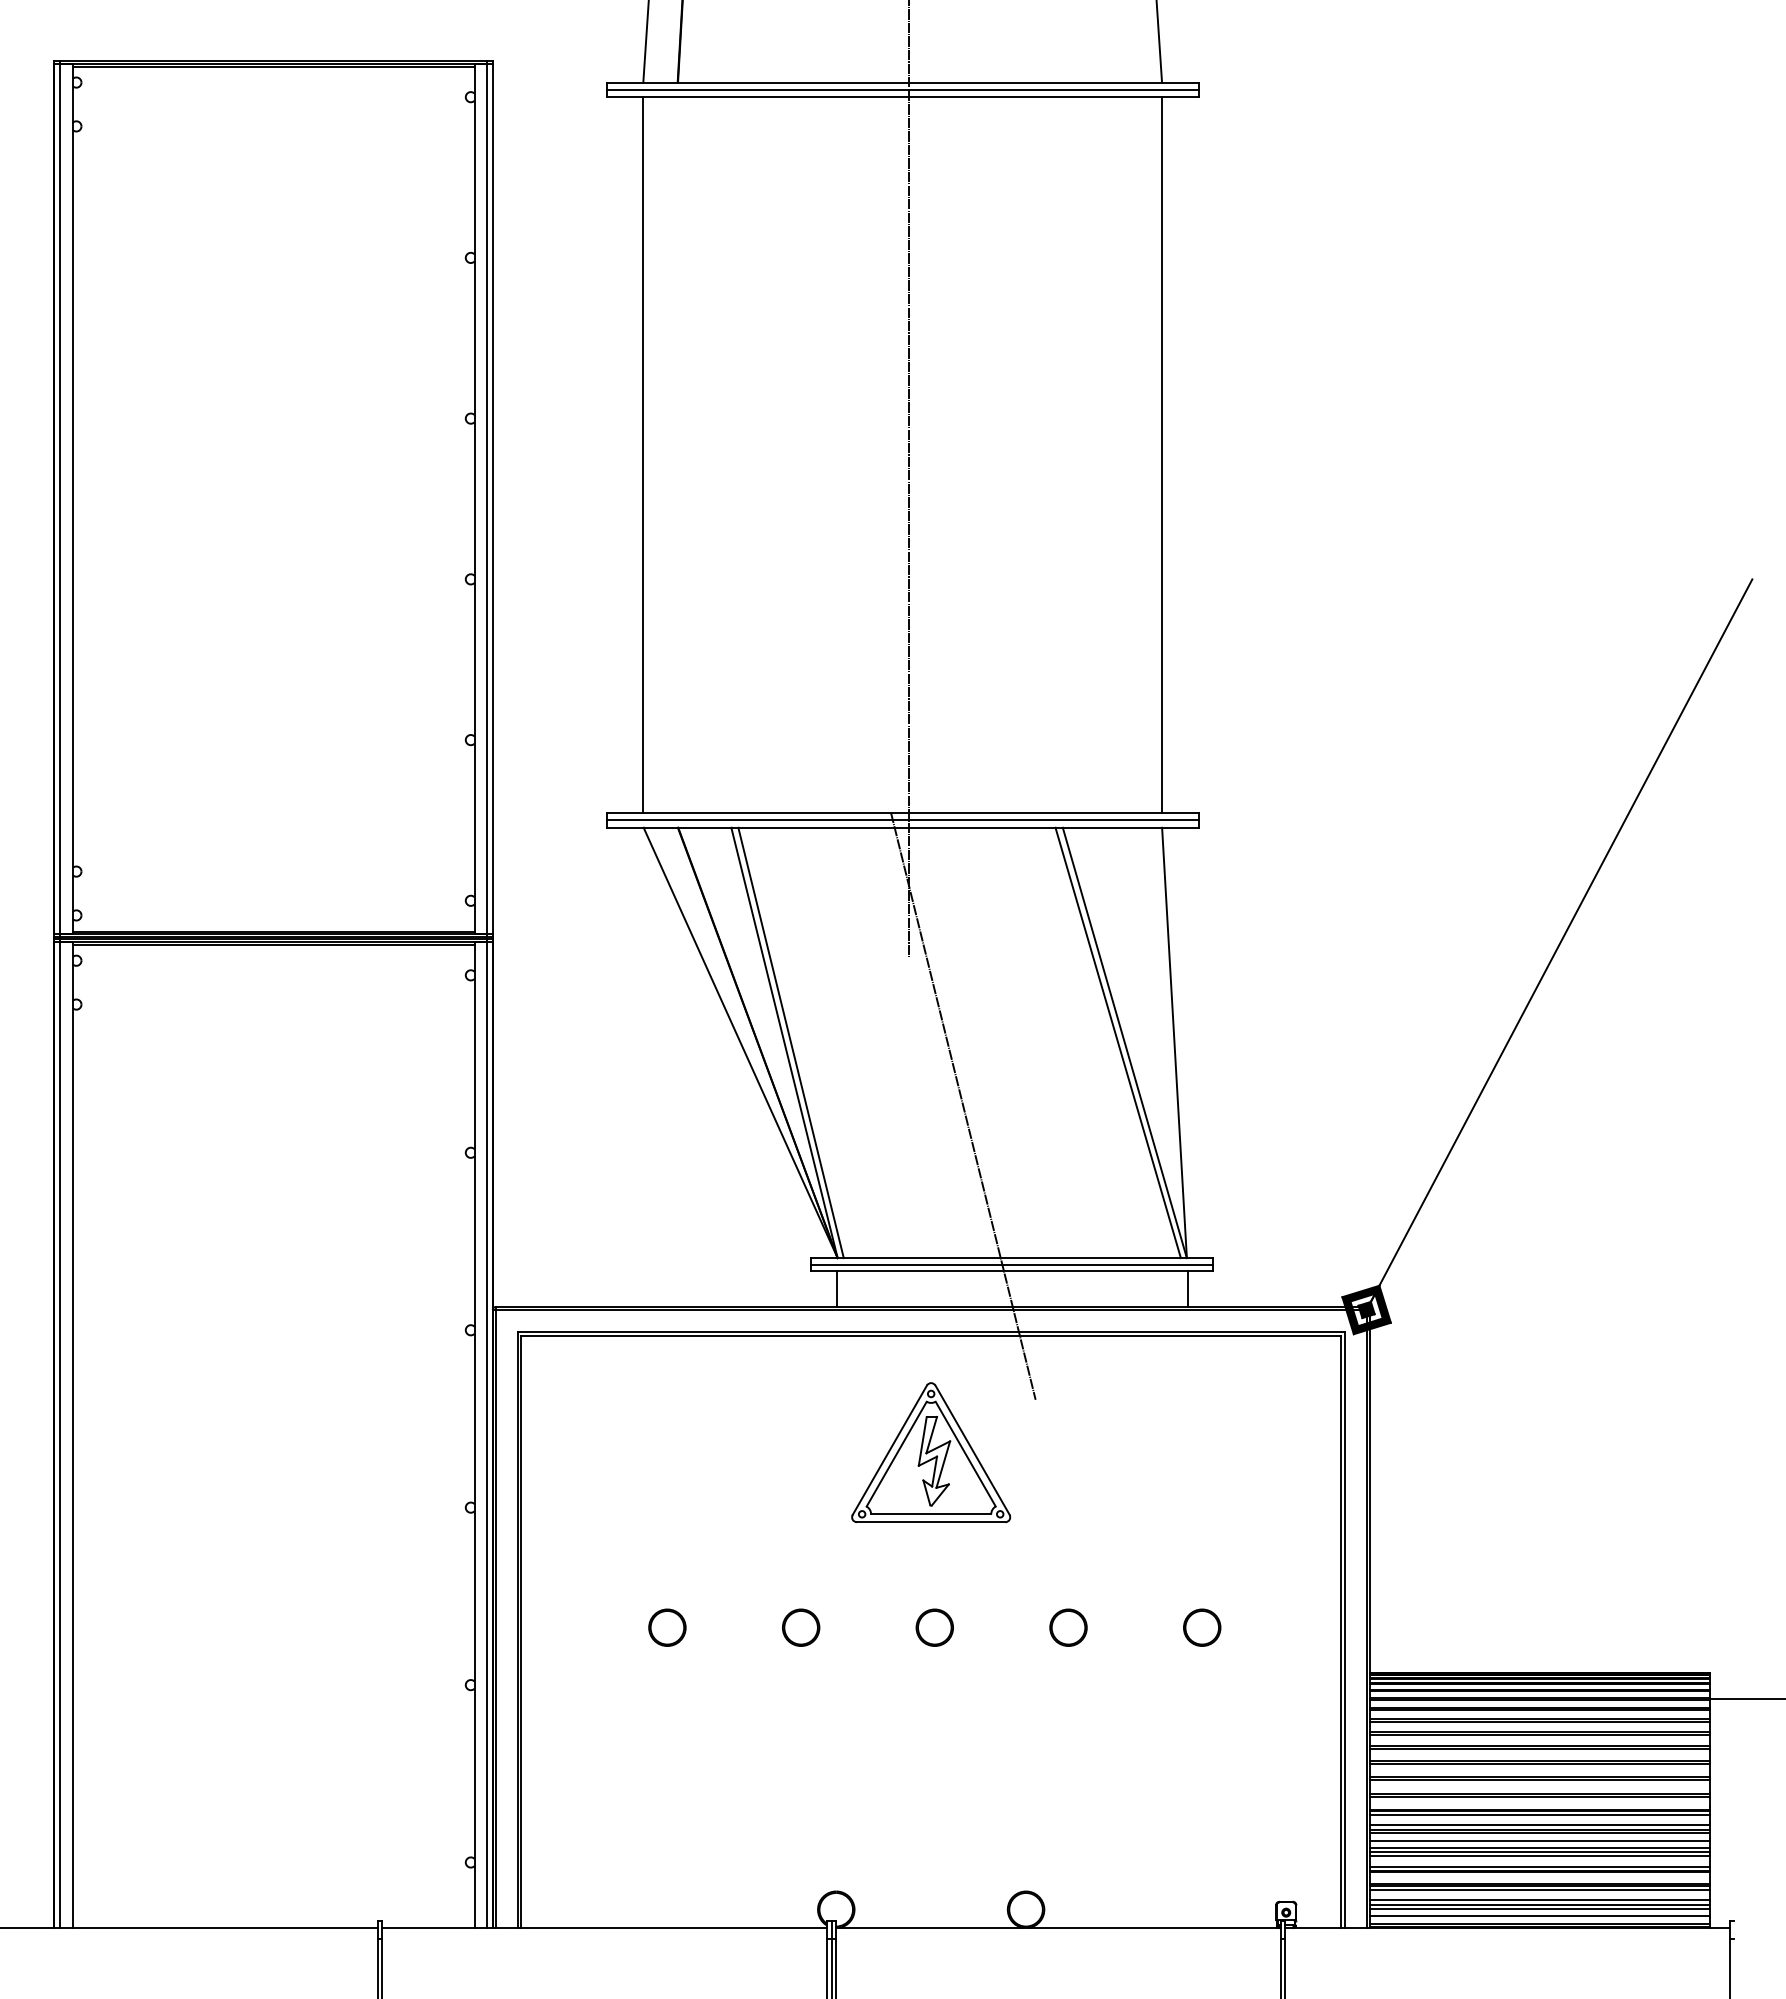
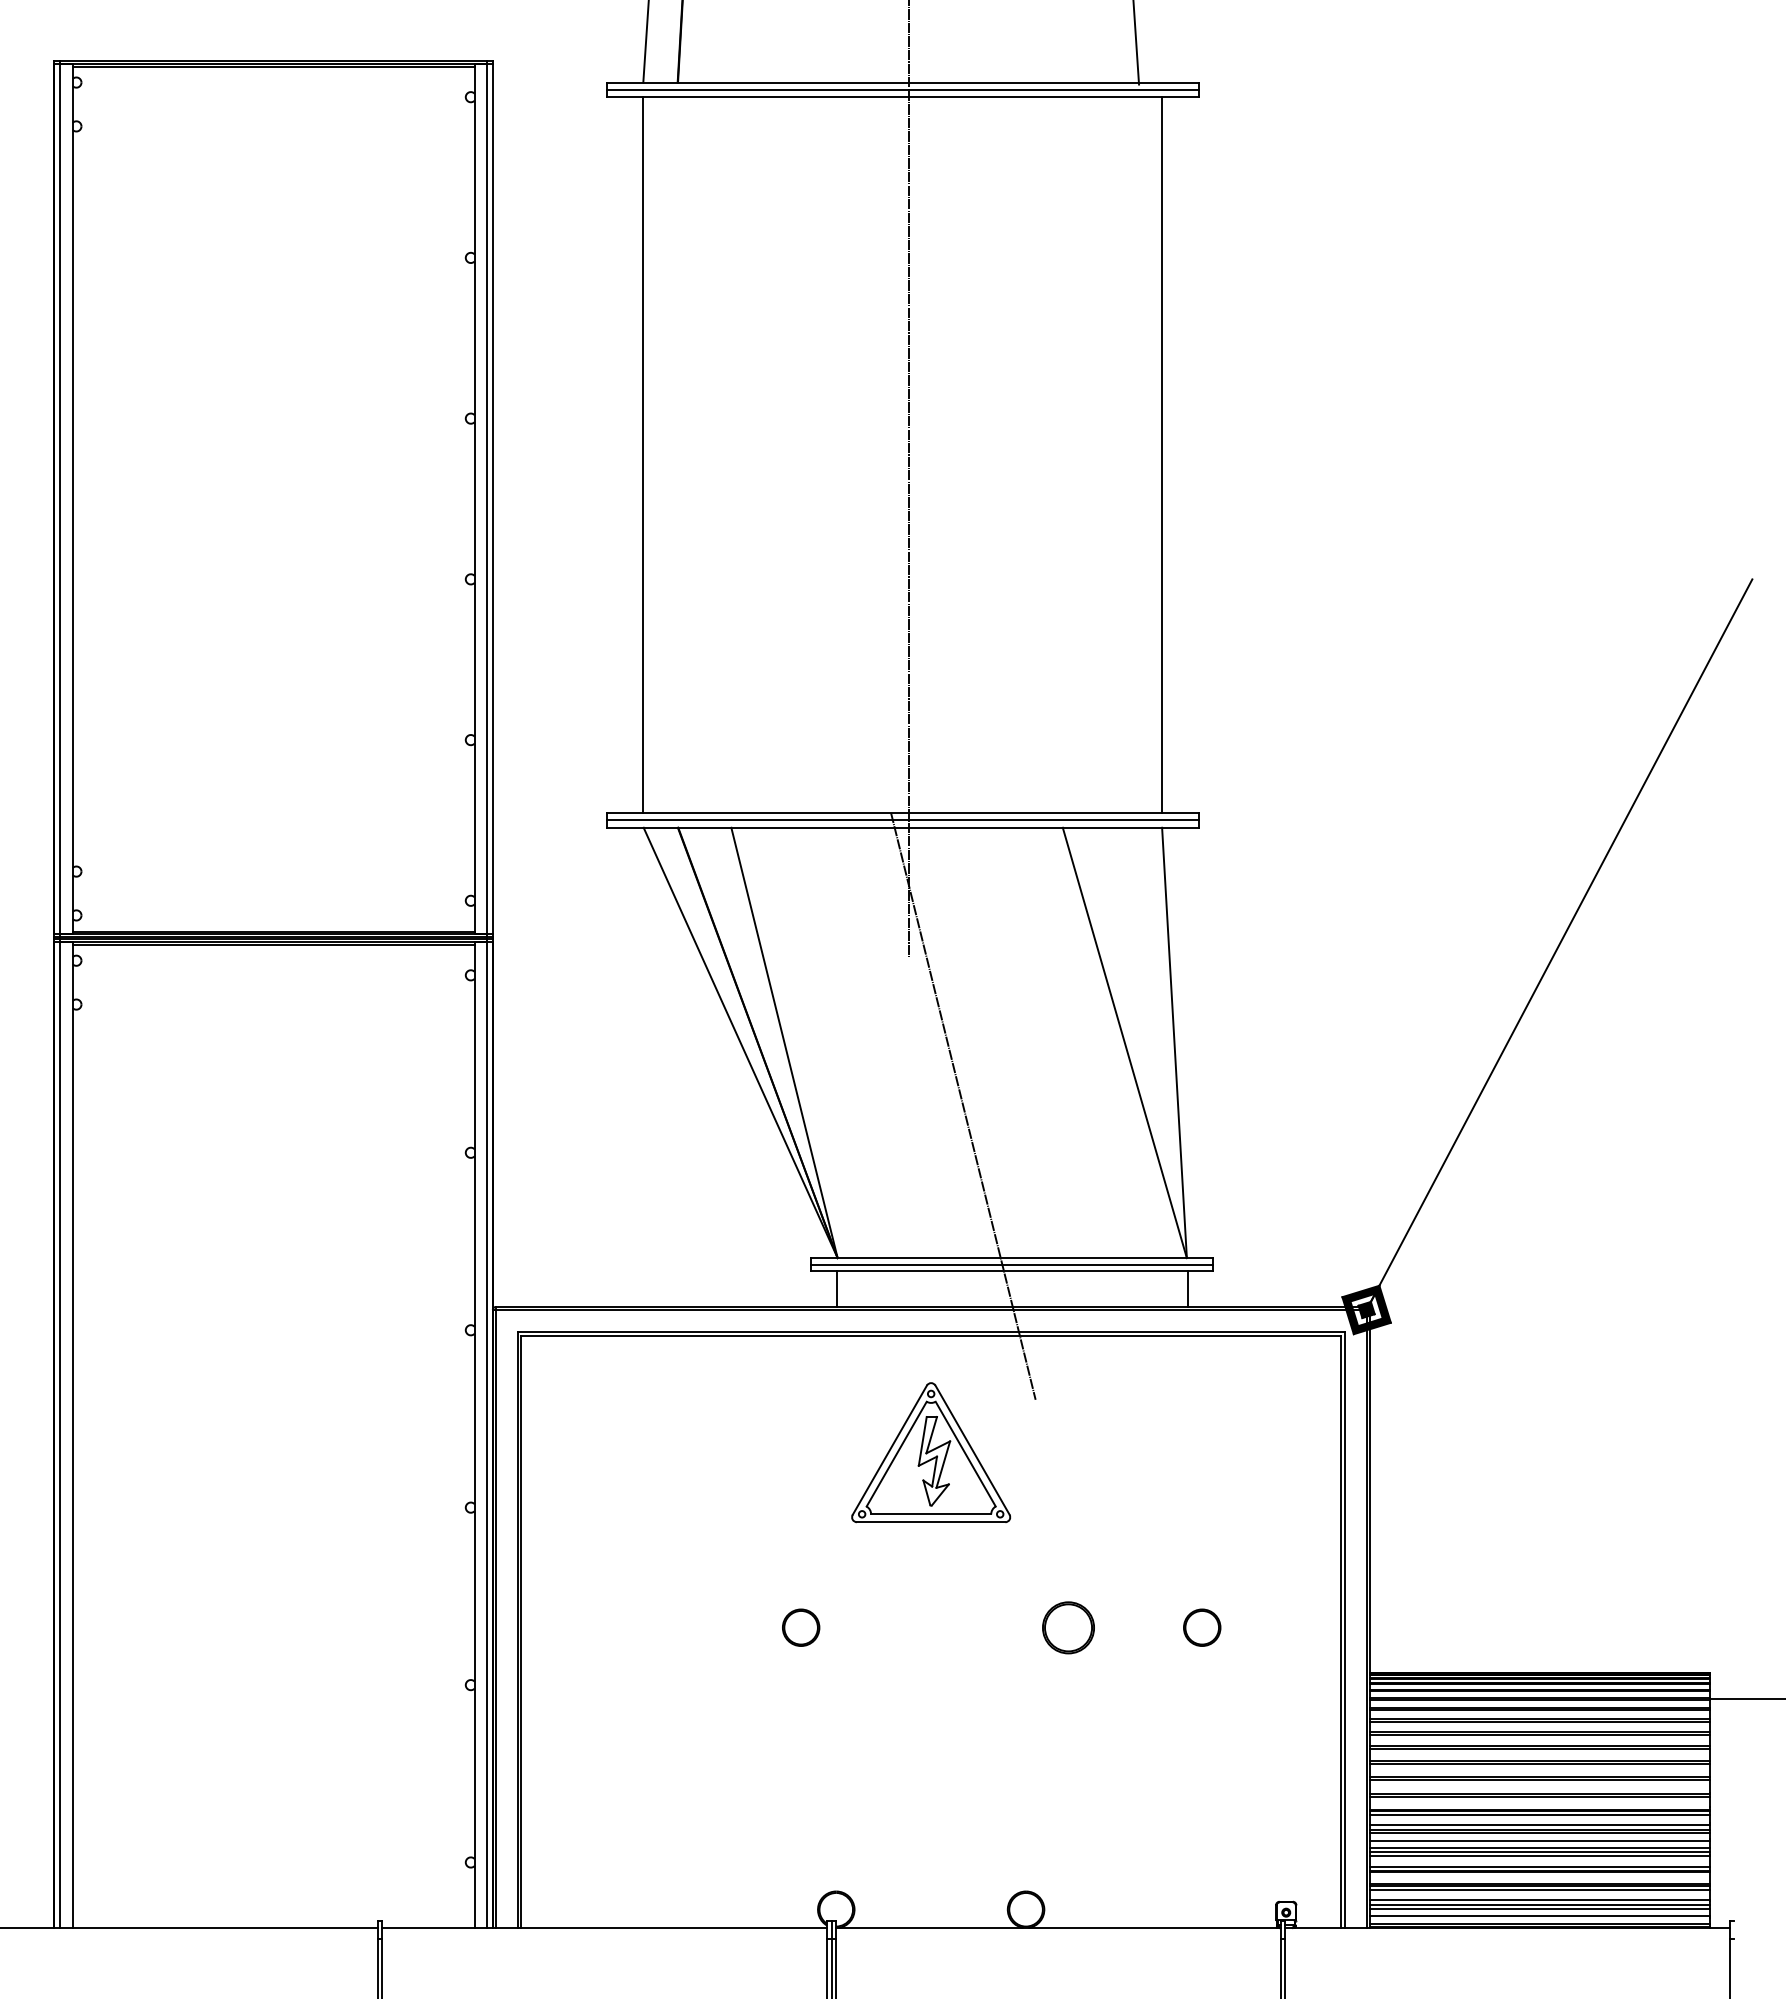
line at (1159, 42) position: (1159, 42) -> (1136, 43)
line at (790, 1042): present -> none
line at (1117, 1042): present -> none
circle at (667, 1627): present -> none
part at (934, 1627): present -> none
circle at (1068, 1627) size: 39x39 px -> 53x54 px
